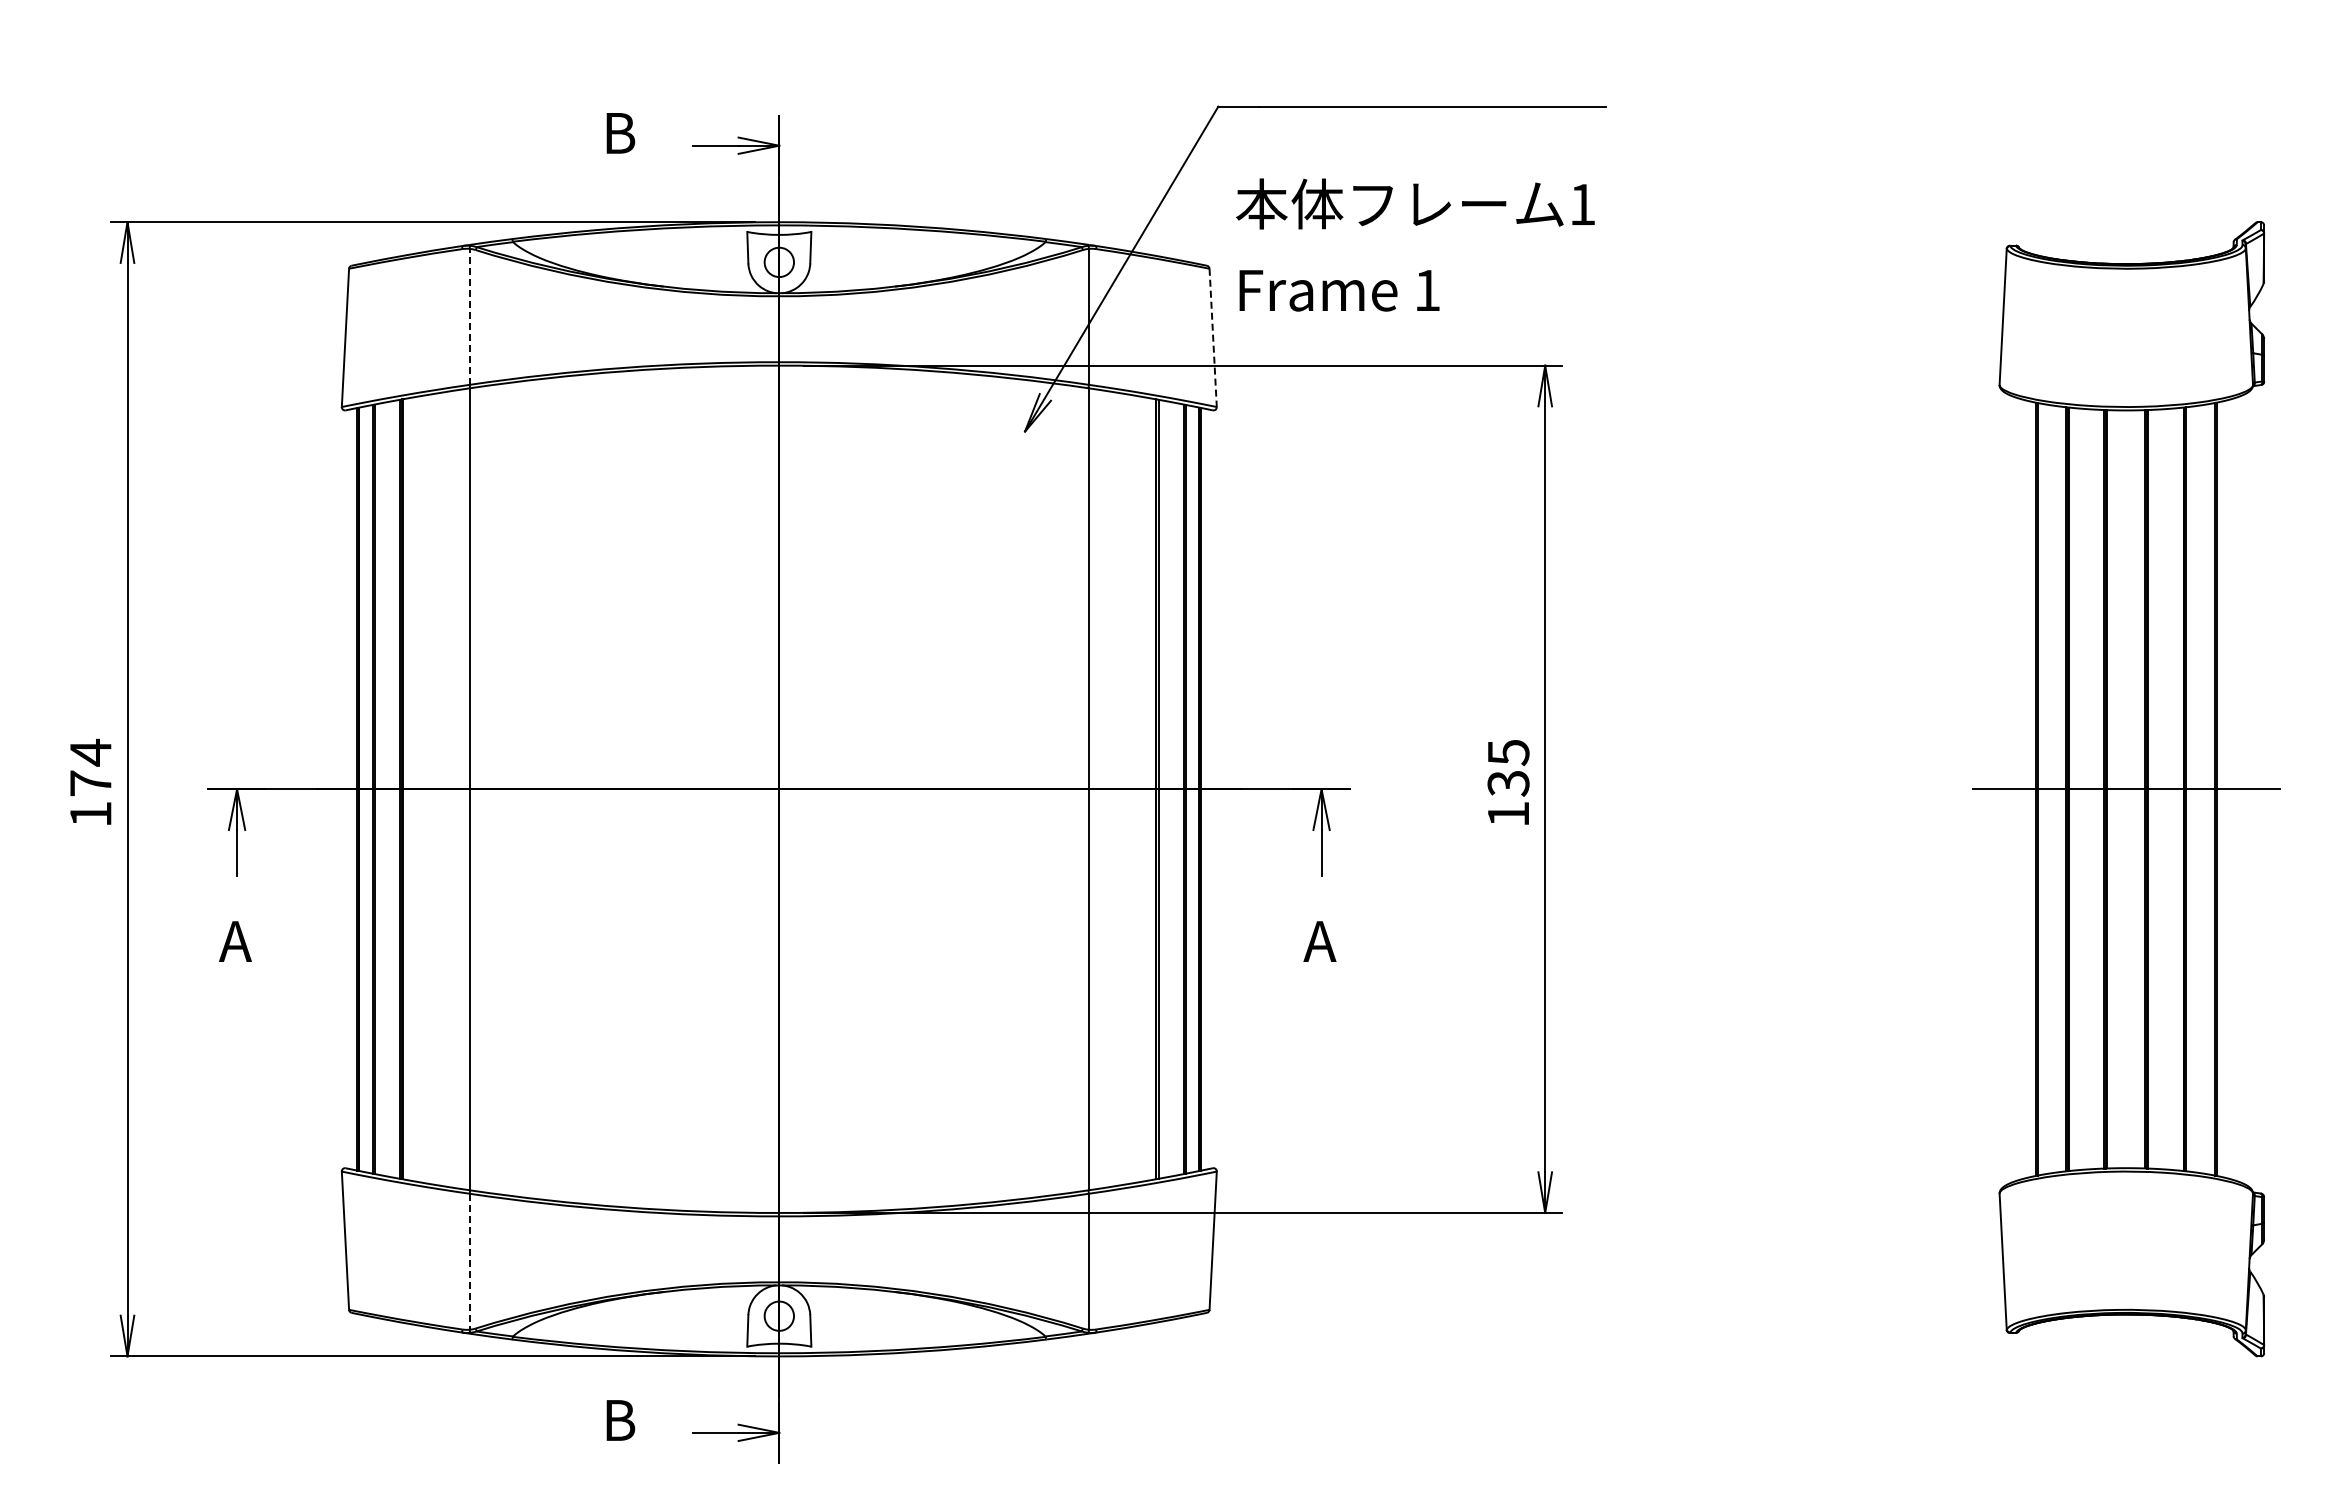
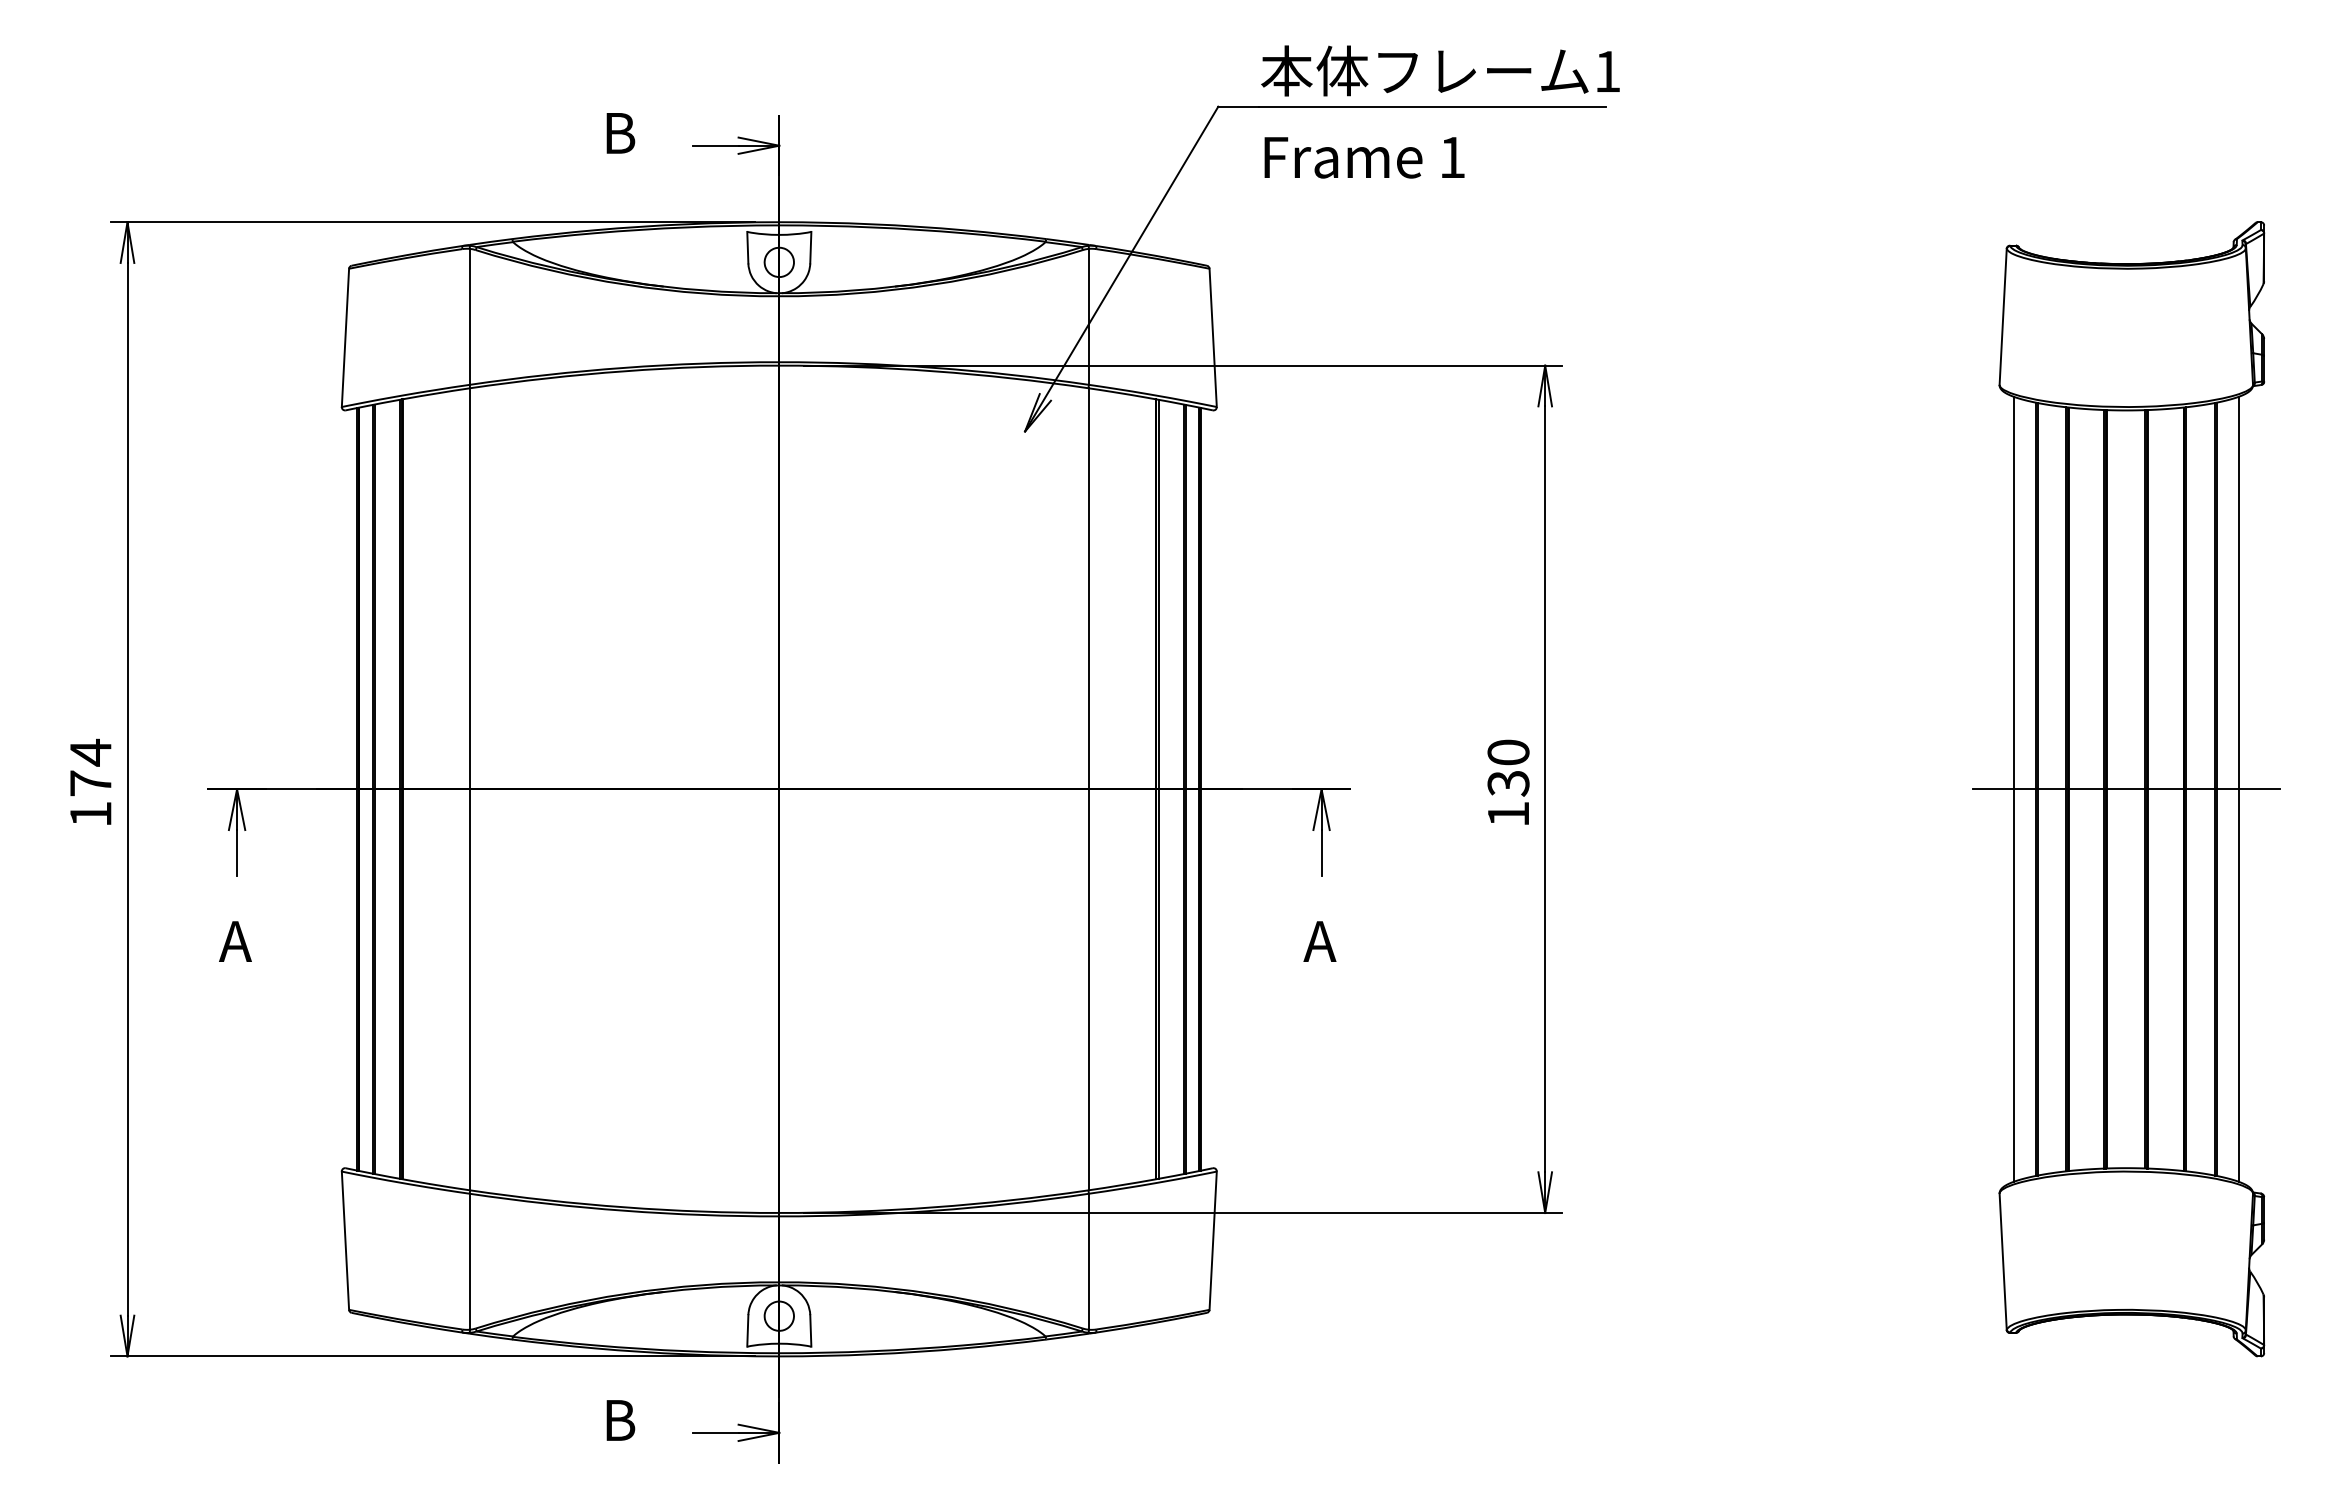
text at (1415, 244) position: (1415, 244) -> (1440, 111)
line at (469, 316): dashed -> solid
line at (1213, 338): dashed -> solid
text at (1508, 752): 135 -> 130
line at (2013, 788): none -> present
line at (2238, 788): none -> present
line at (469, 1261): dashed -> solid
